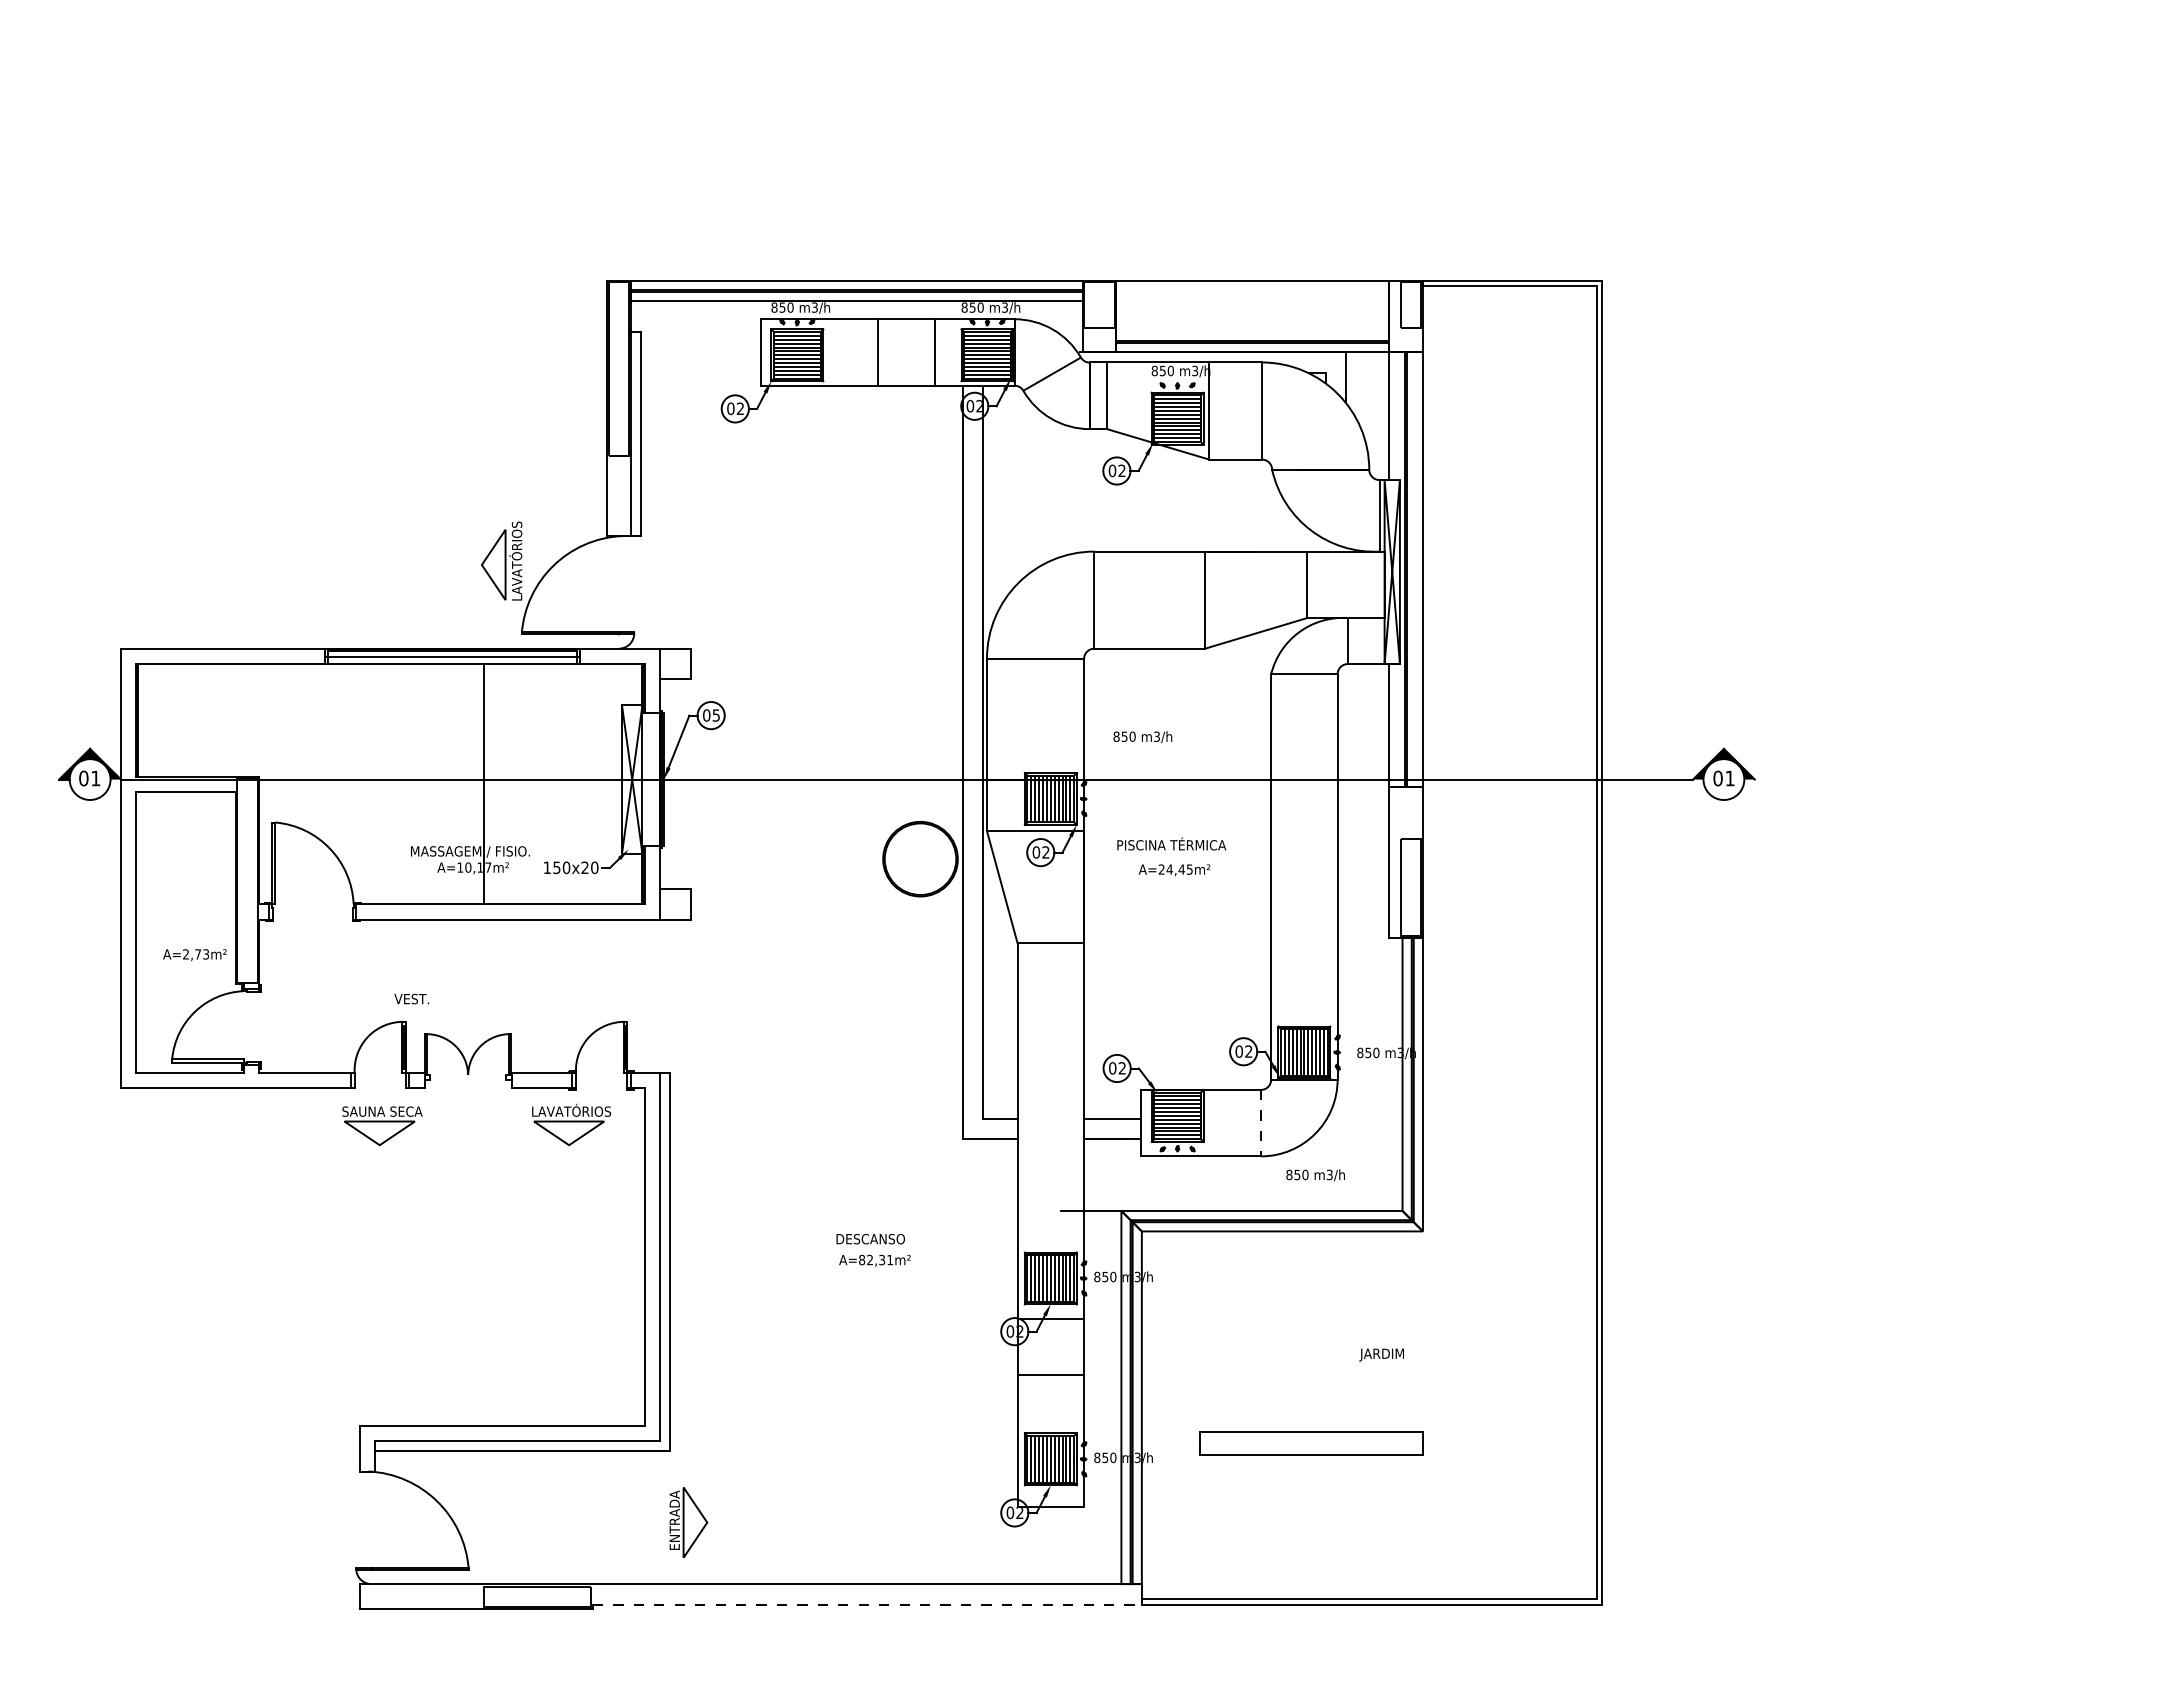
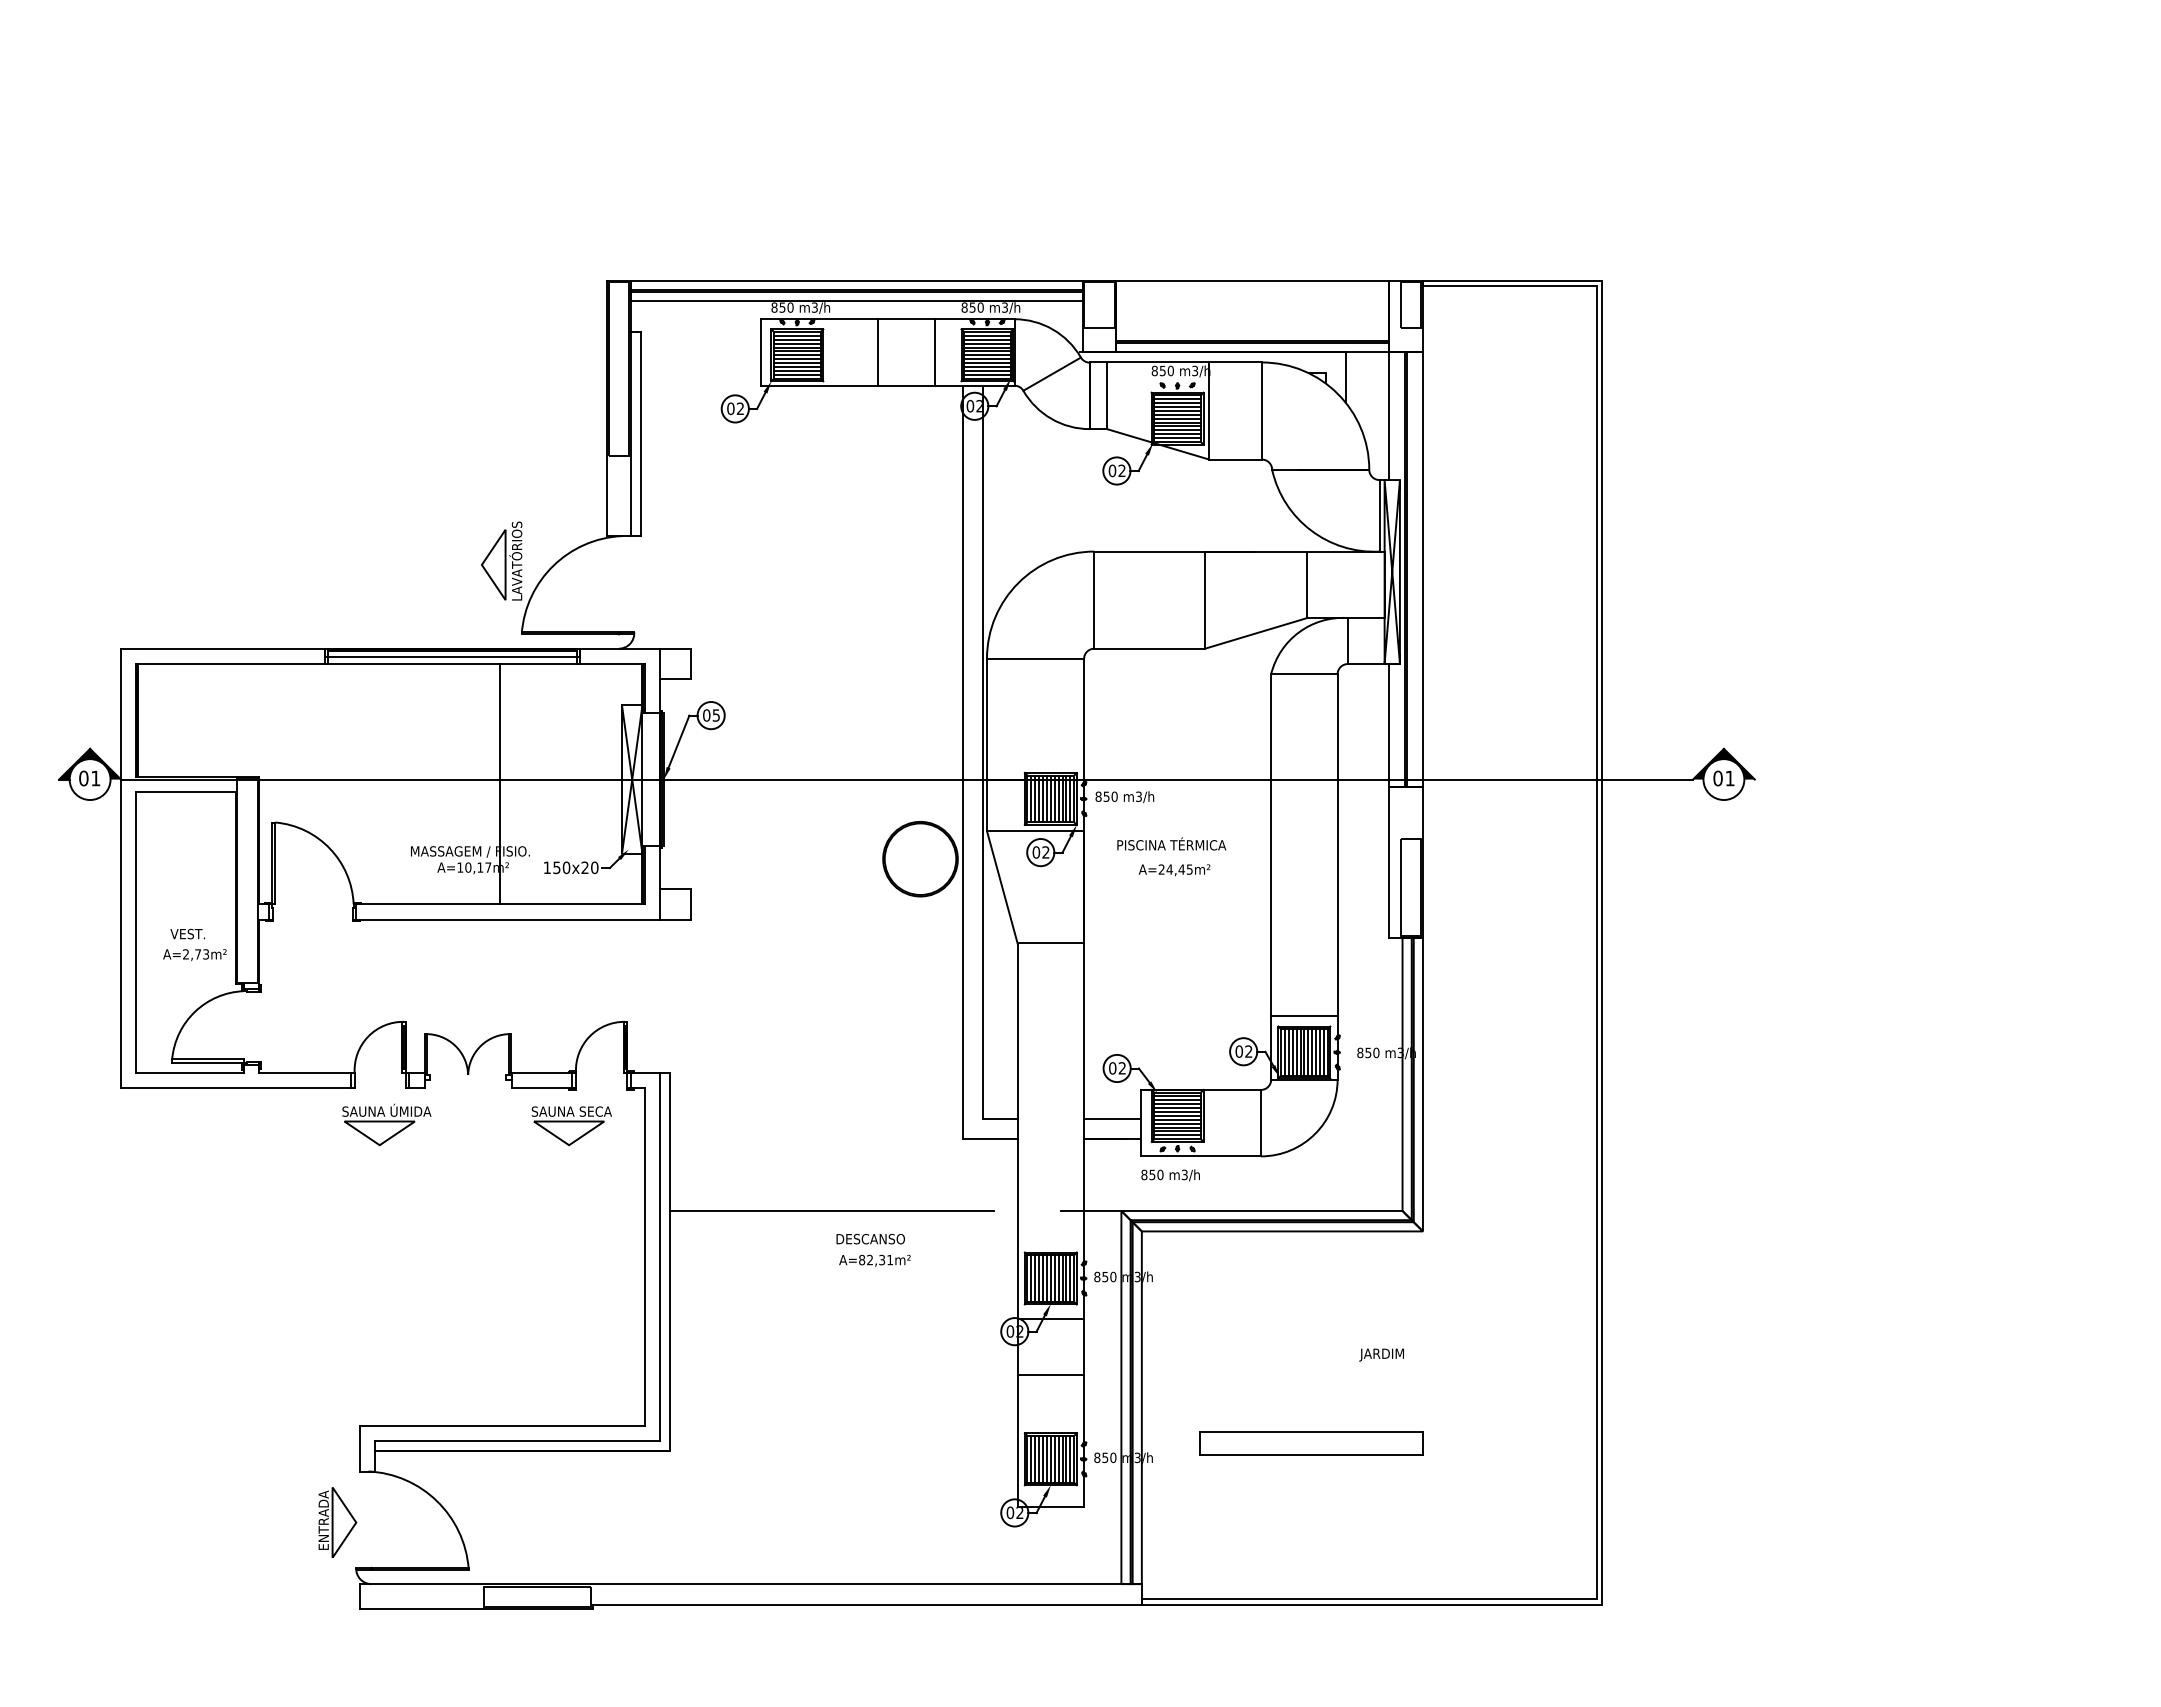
text at (1142, 737) position: (1142, 737) -> (1124, 797)
line at (484, 784) position: (484, 784) -> (500, 784)
text at (411, 998) position: (411, 998) -> (187, 933)
line at (1304, 1016): none -> present
text at (410, 1109): SAUNA SECA -> SAUNA ÚMIDA
text at (571, 1109): LAVATÓRIOS -> SAUNA SECA
line at (1260, 1123): dashed -> solid
text at (1315, 1175) position: (1315, 1175) -> (1170, 1175)
line at (832, 1210): none -> present
part at (688, 1522) position: (688, 1522) -> (337, 1522)
line at (867, 1604): dashed -> solid
